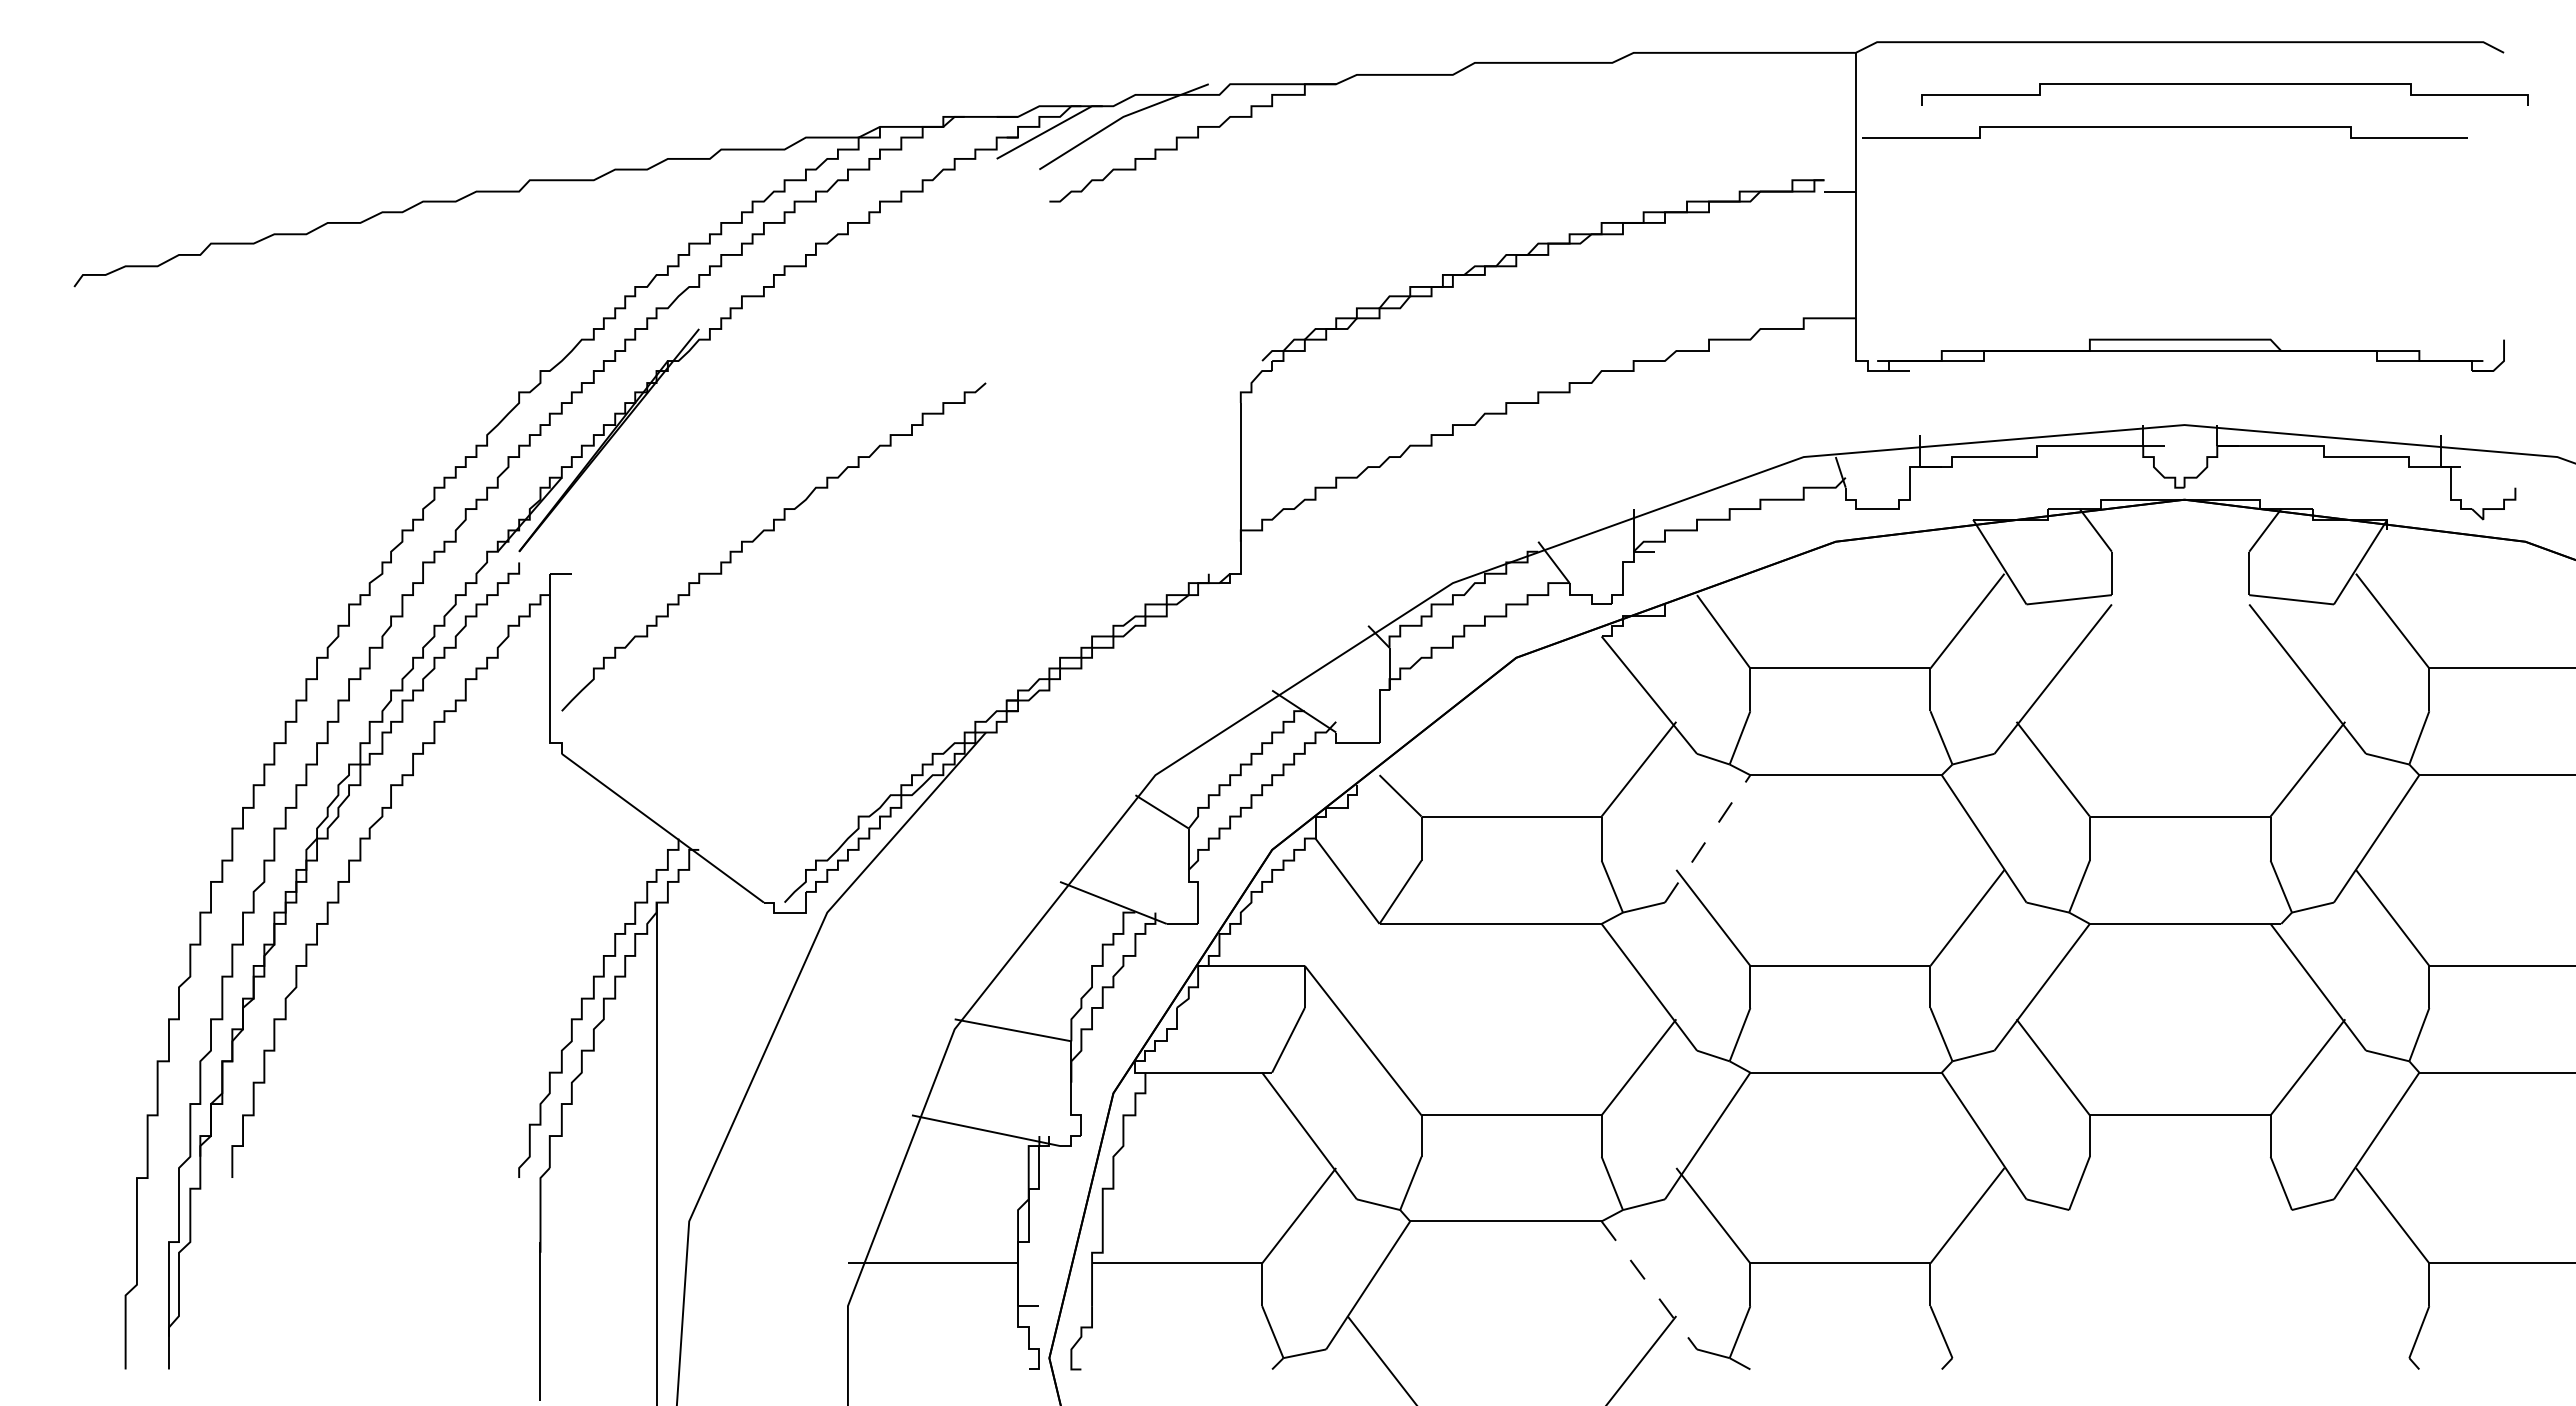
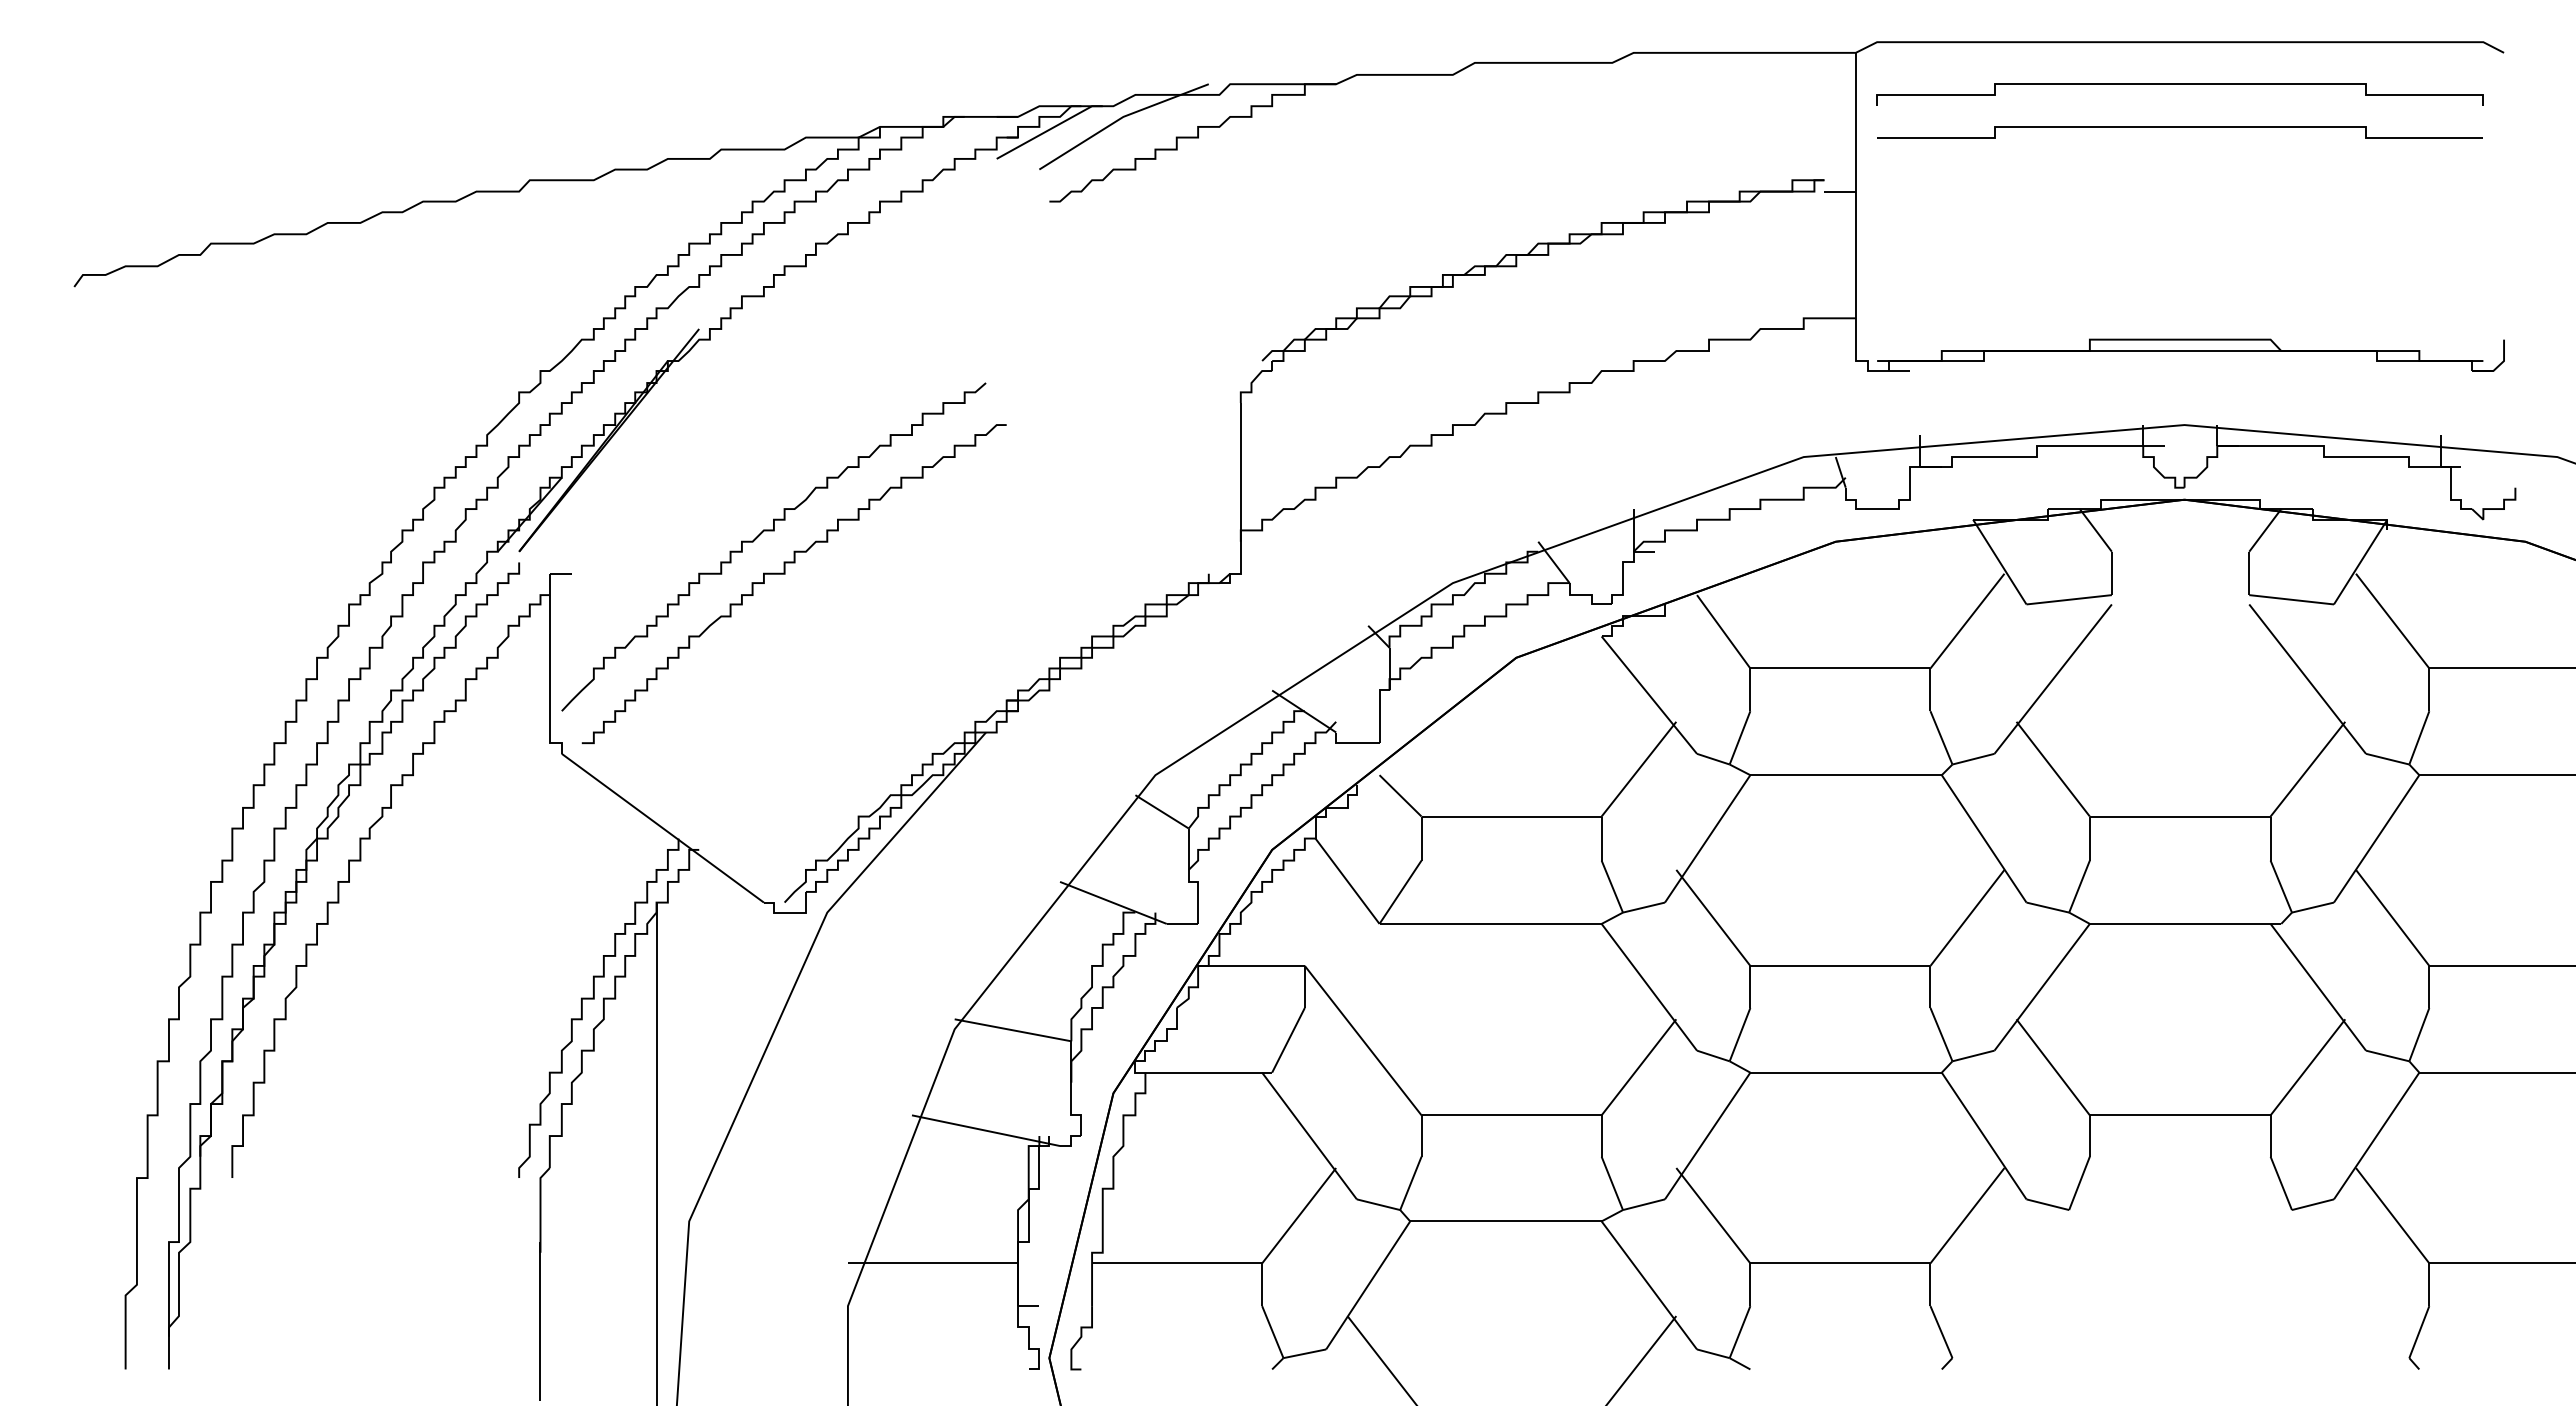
curve at (2224, 84) position: (2224, 84) -> (2179, 84)
curve at (2164, 127) position: (2164, 127) -> (2179, 127)
curve at (785, 574): none -> present
line at (1707, 838): dashed -> solid
line at (1649, 1285): dashed -> solid
